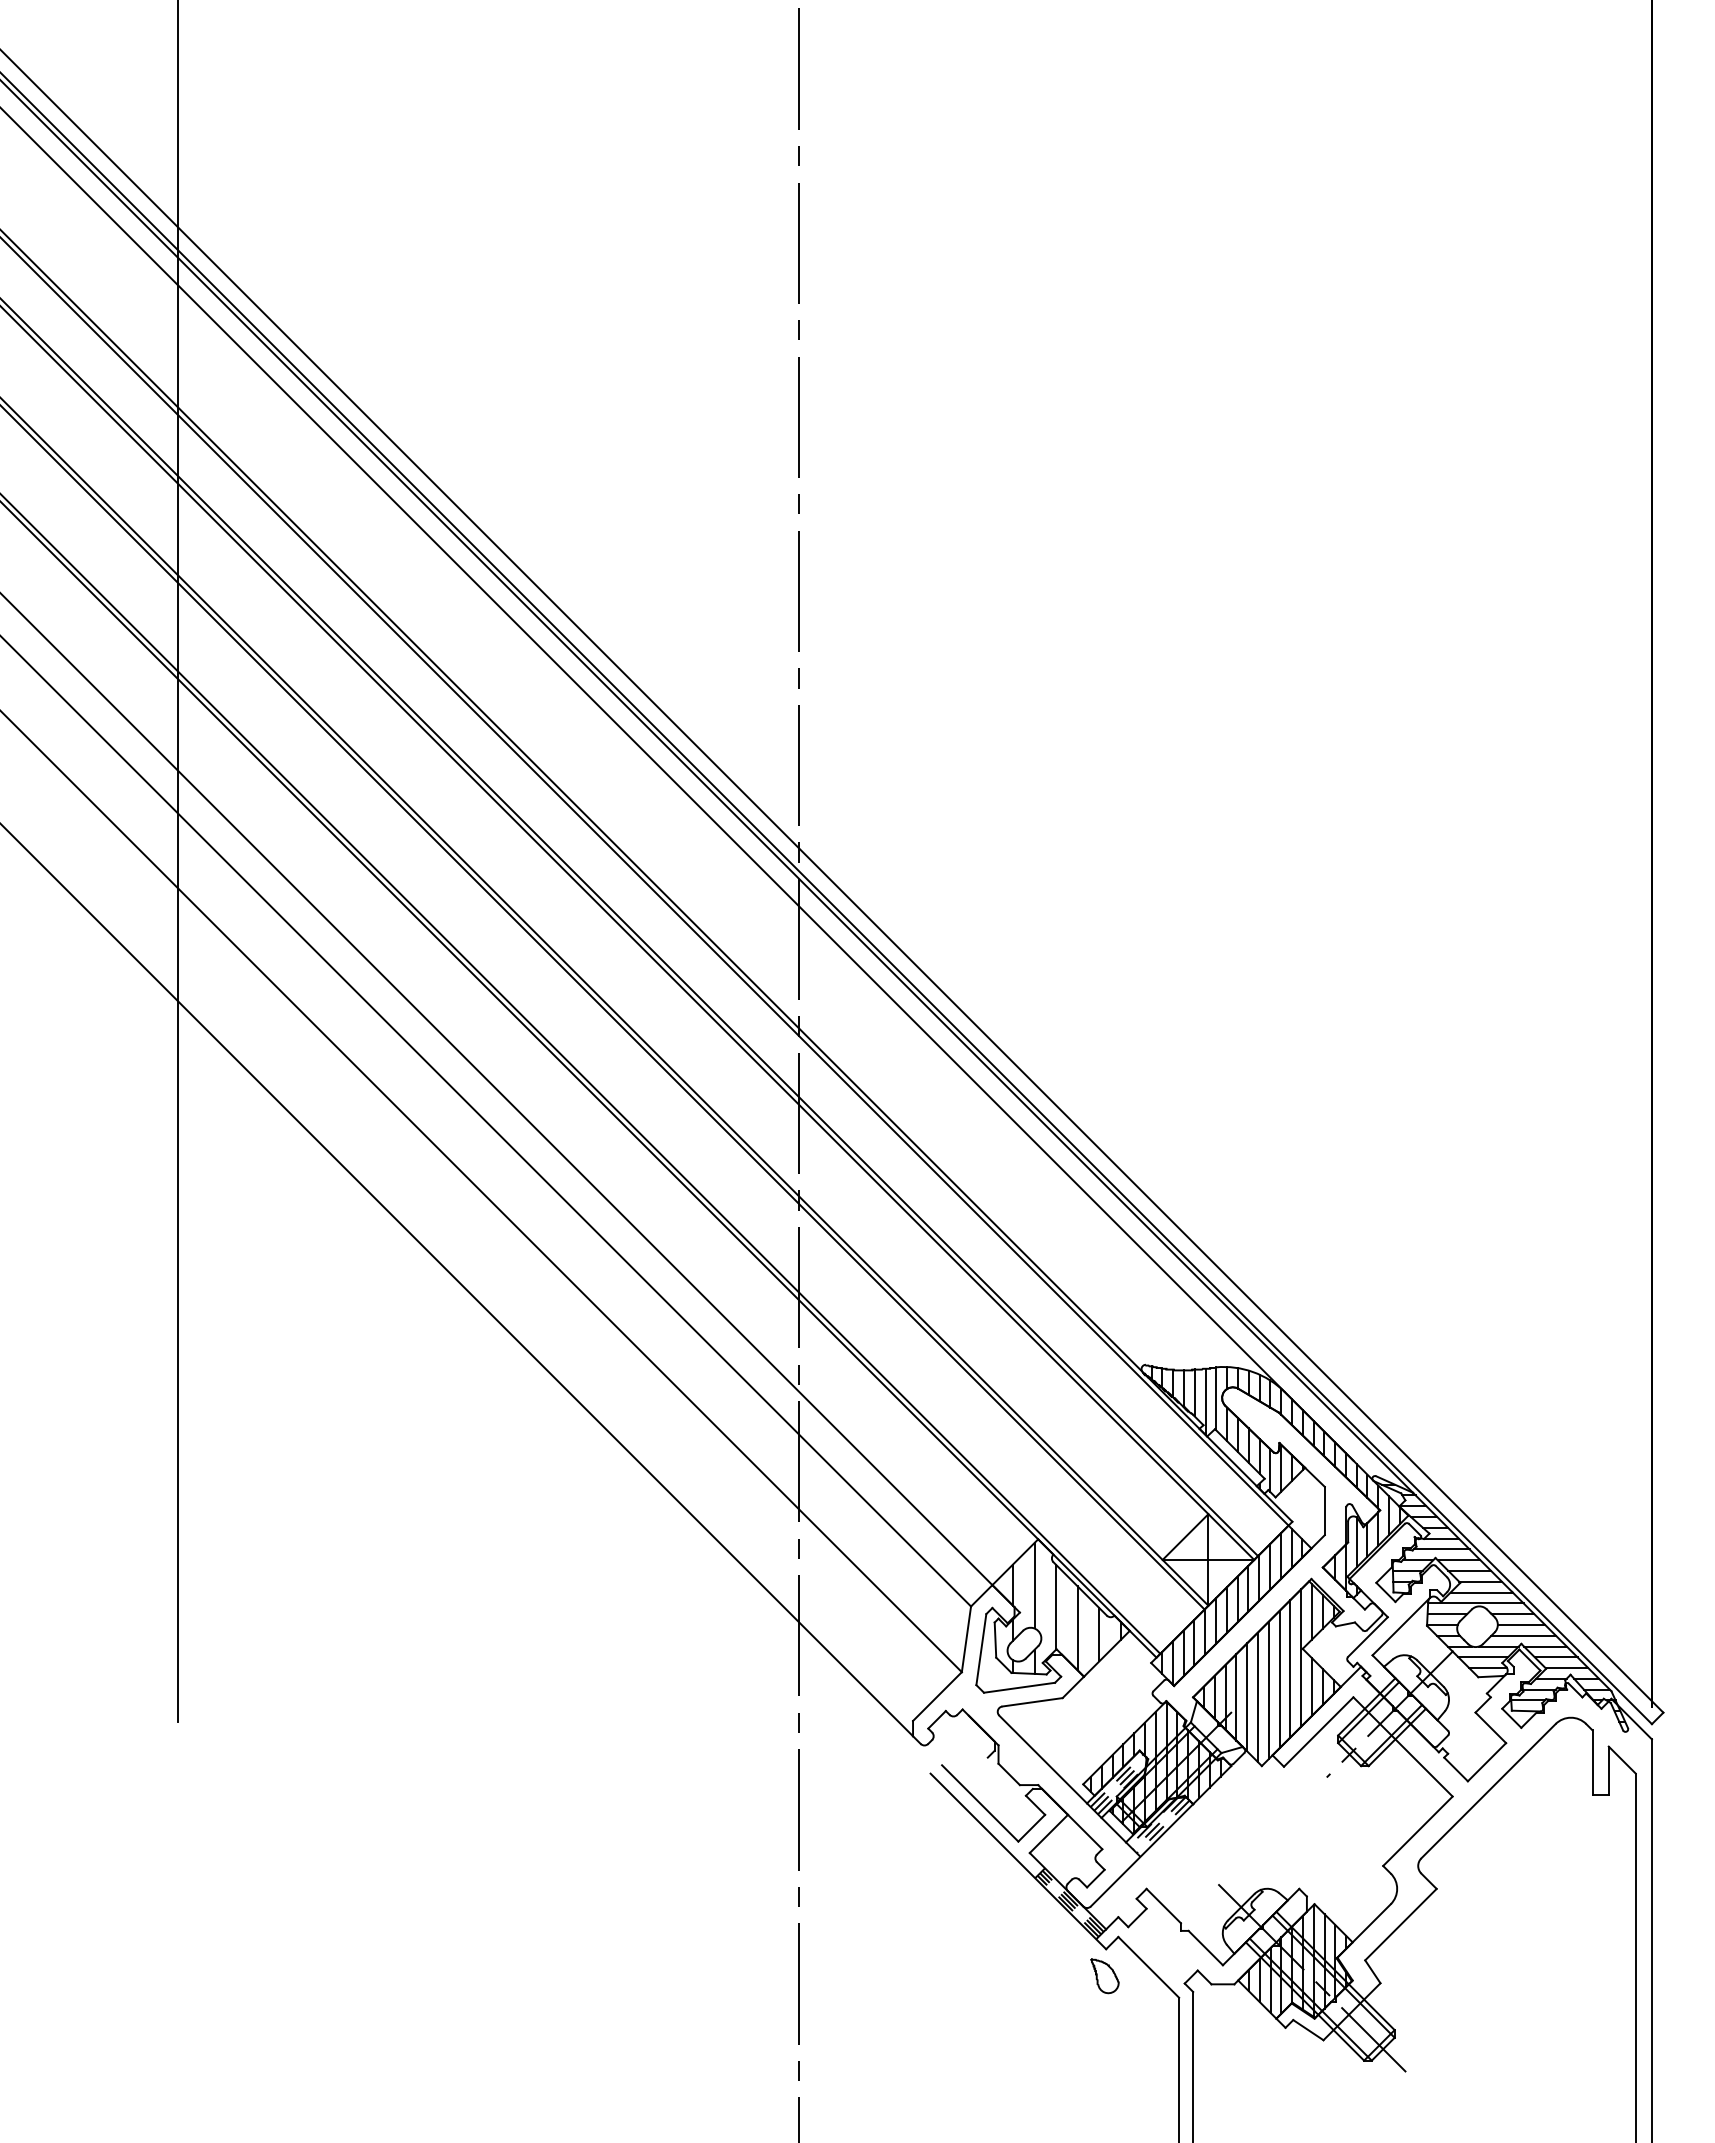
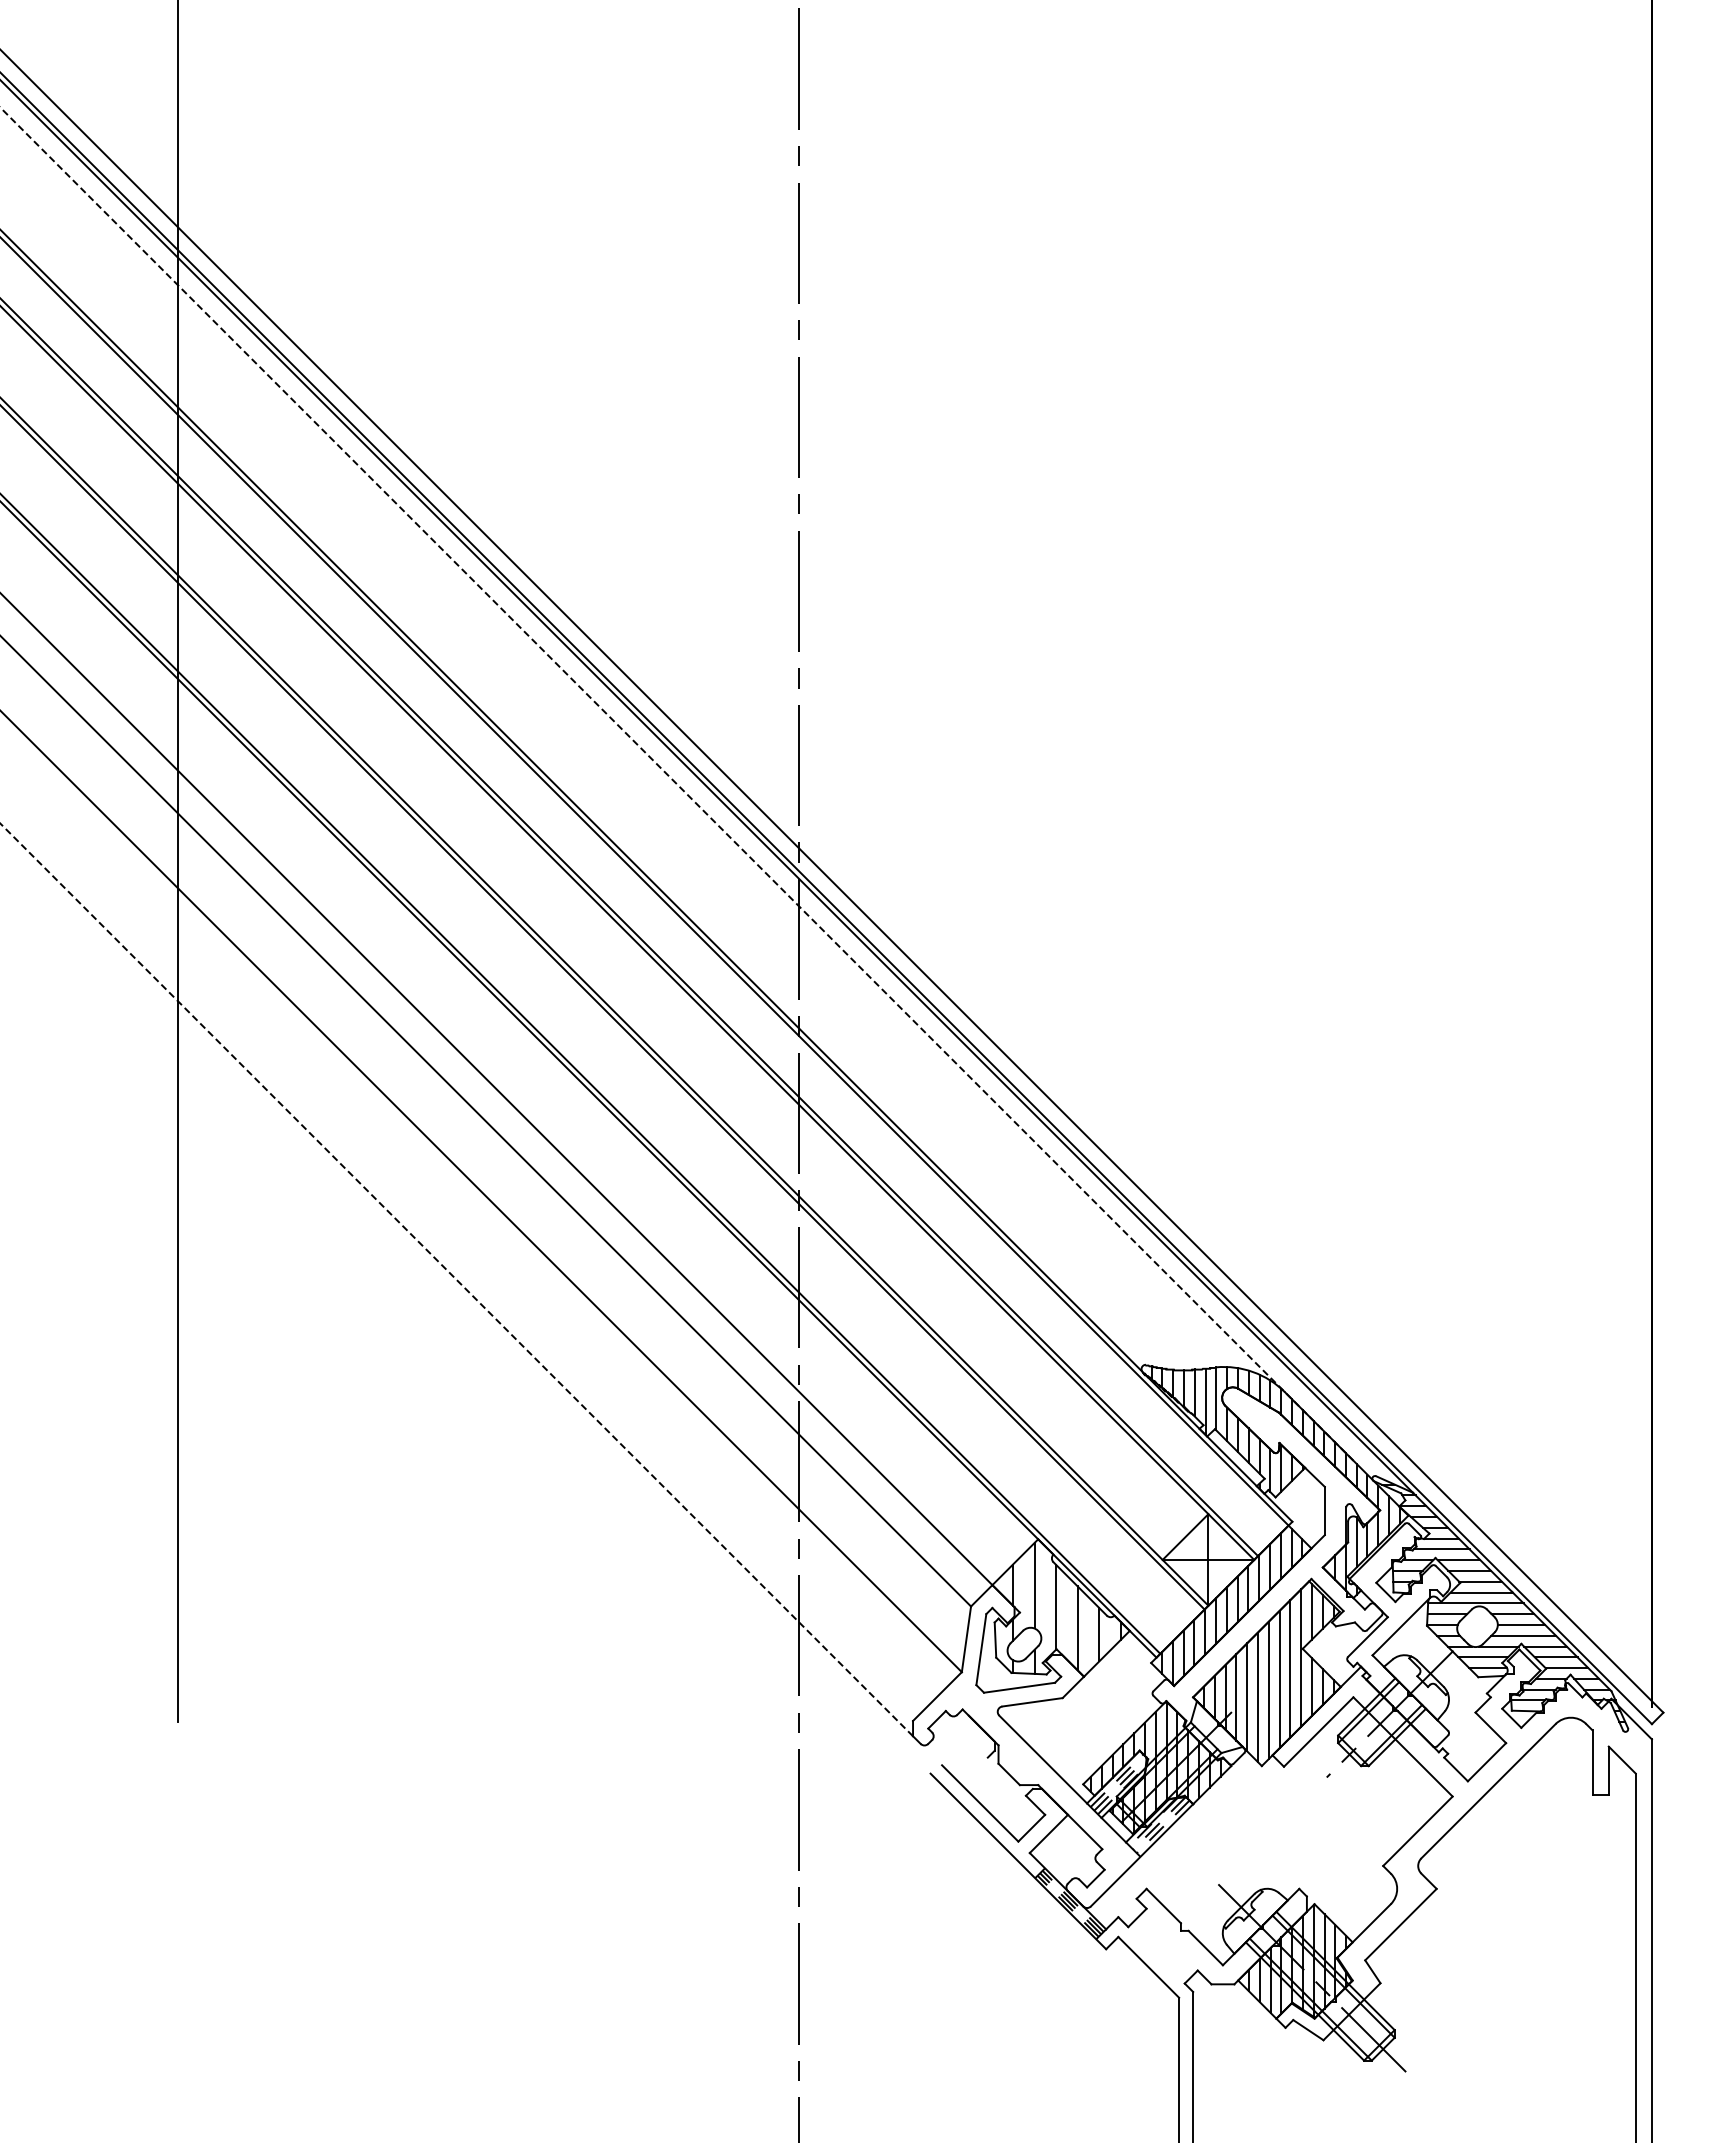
line at (676, 784): solid -> dashed
line at (456, 1279): solid -> dashed
part at (1104, 1976): present -> none
